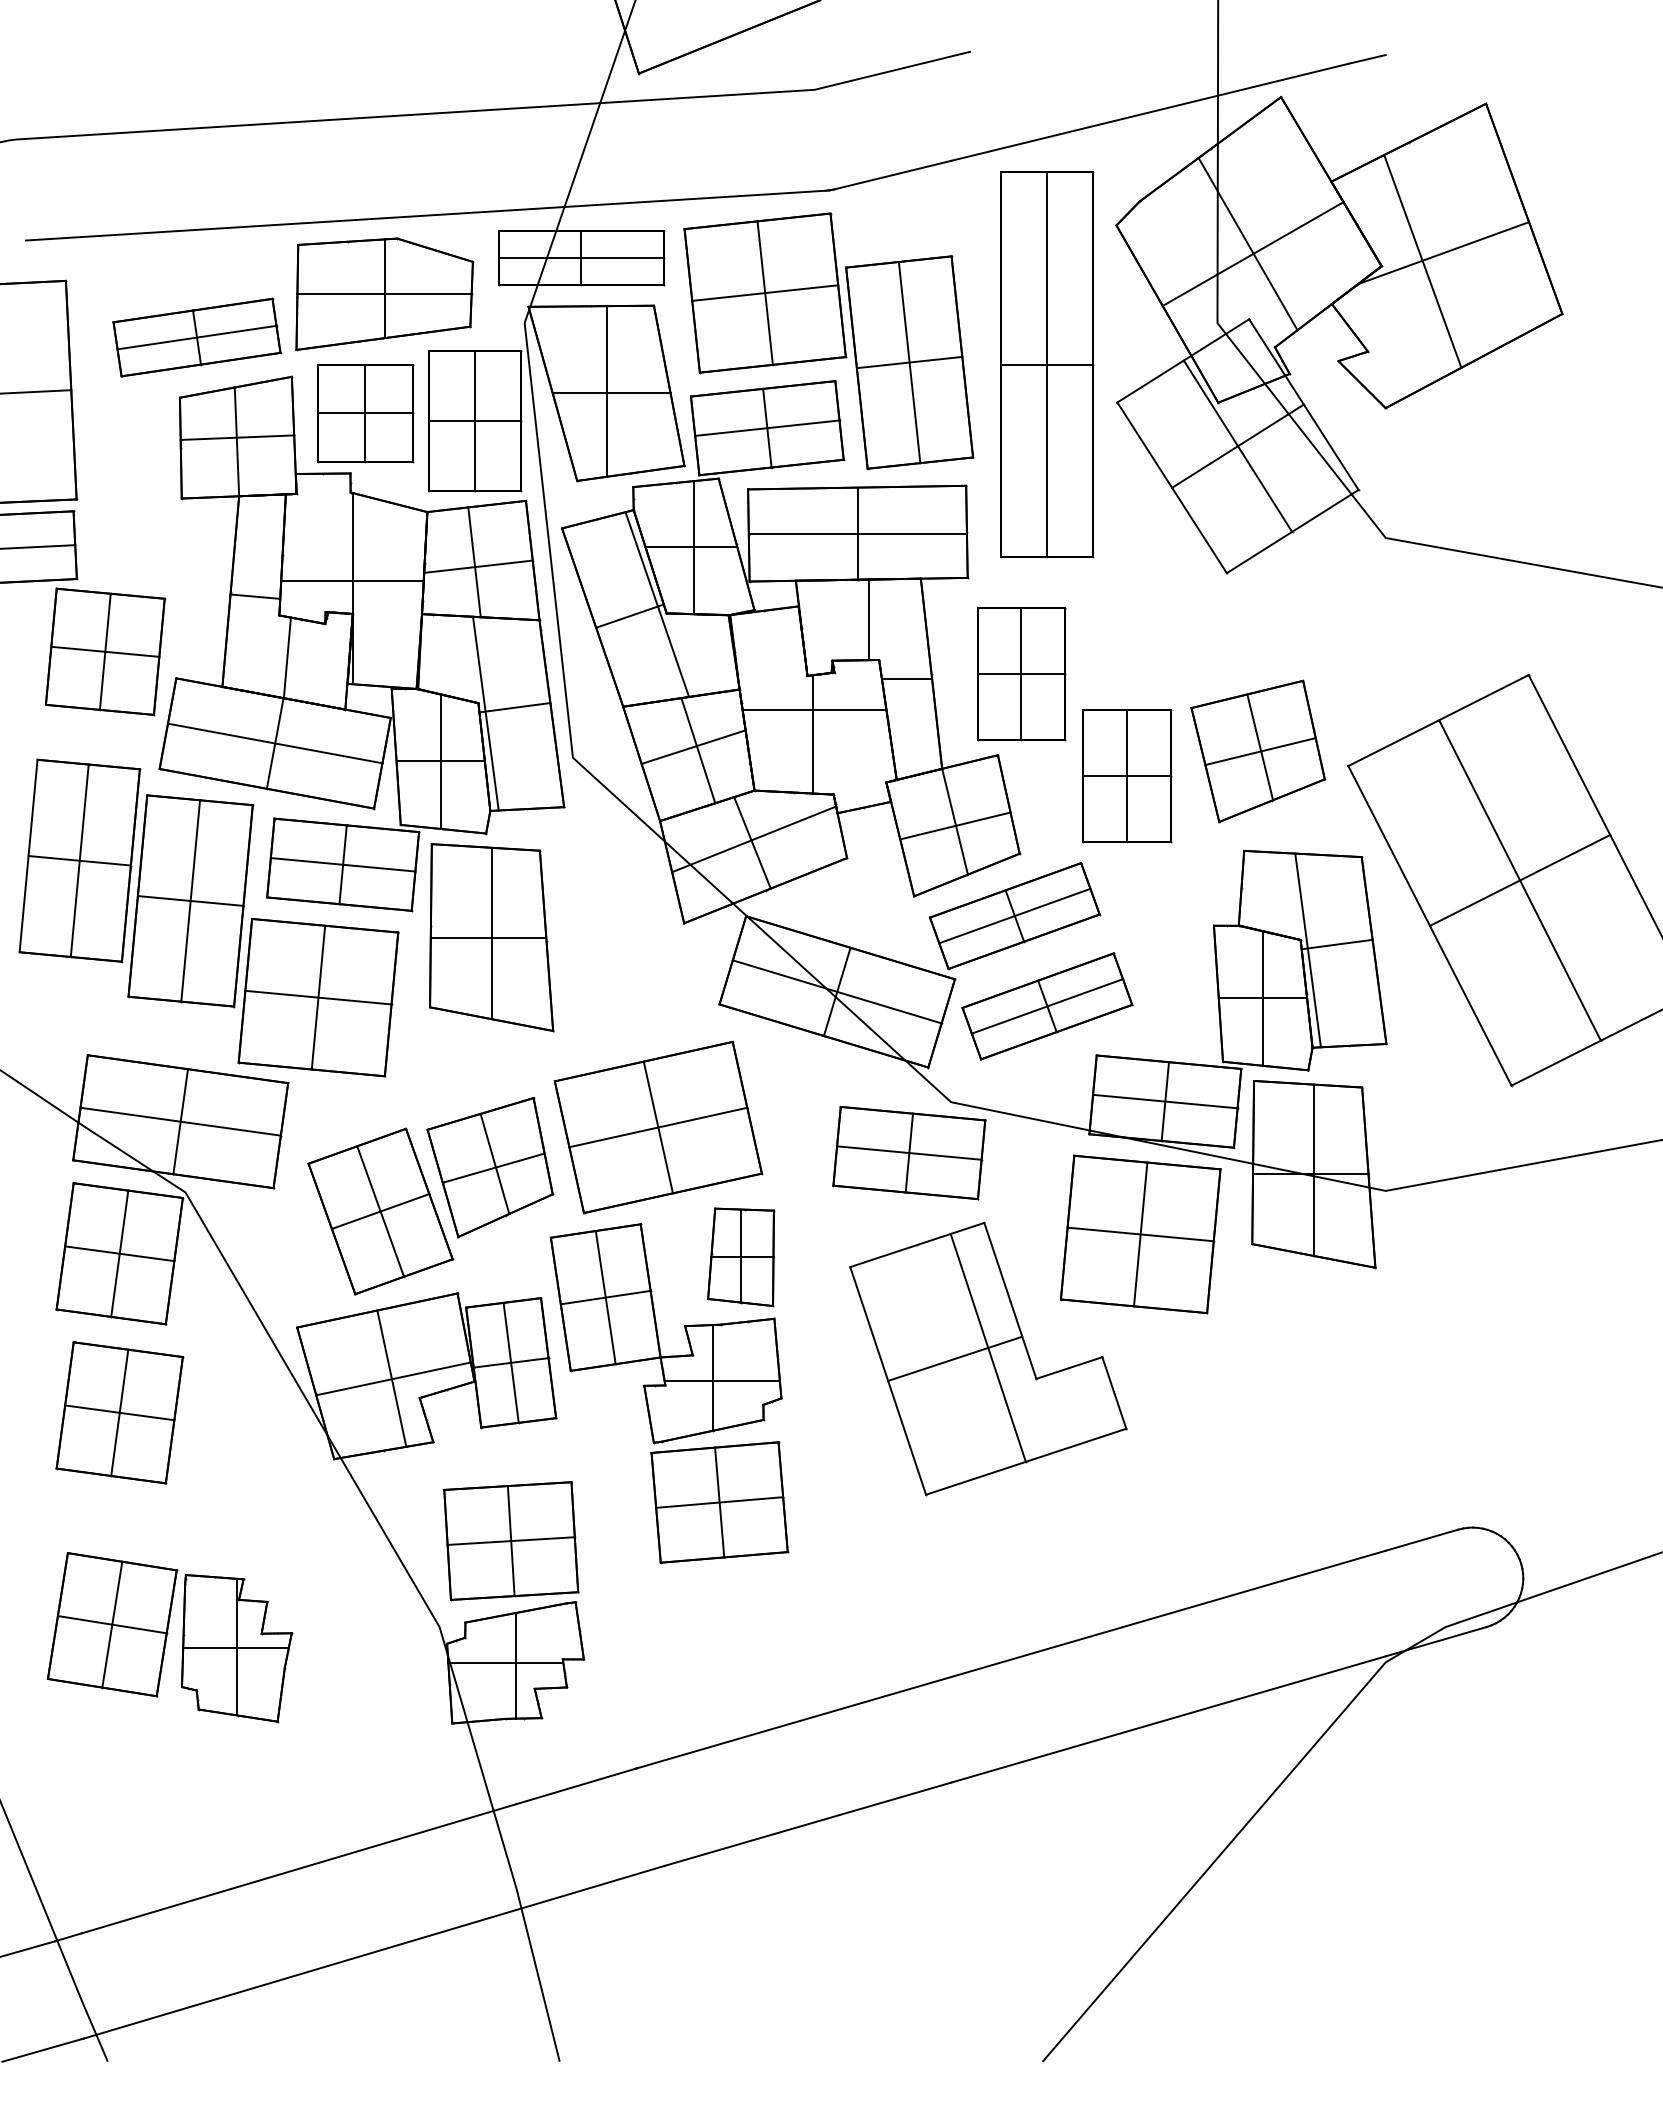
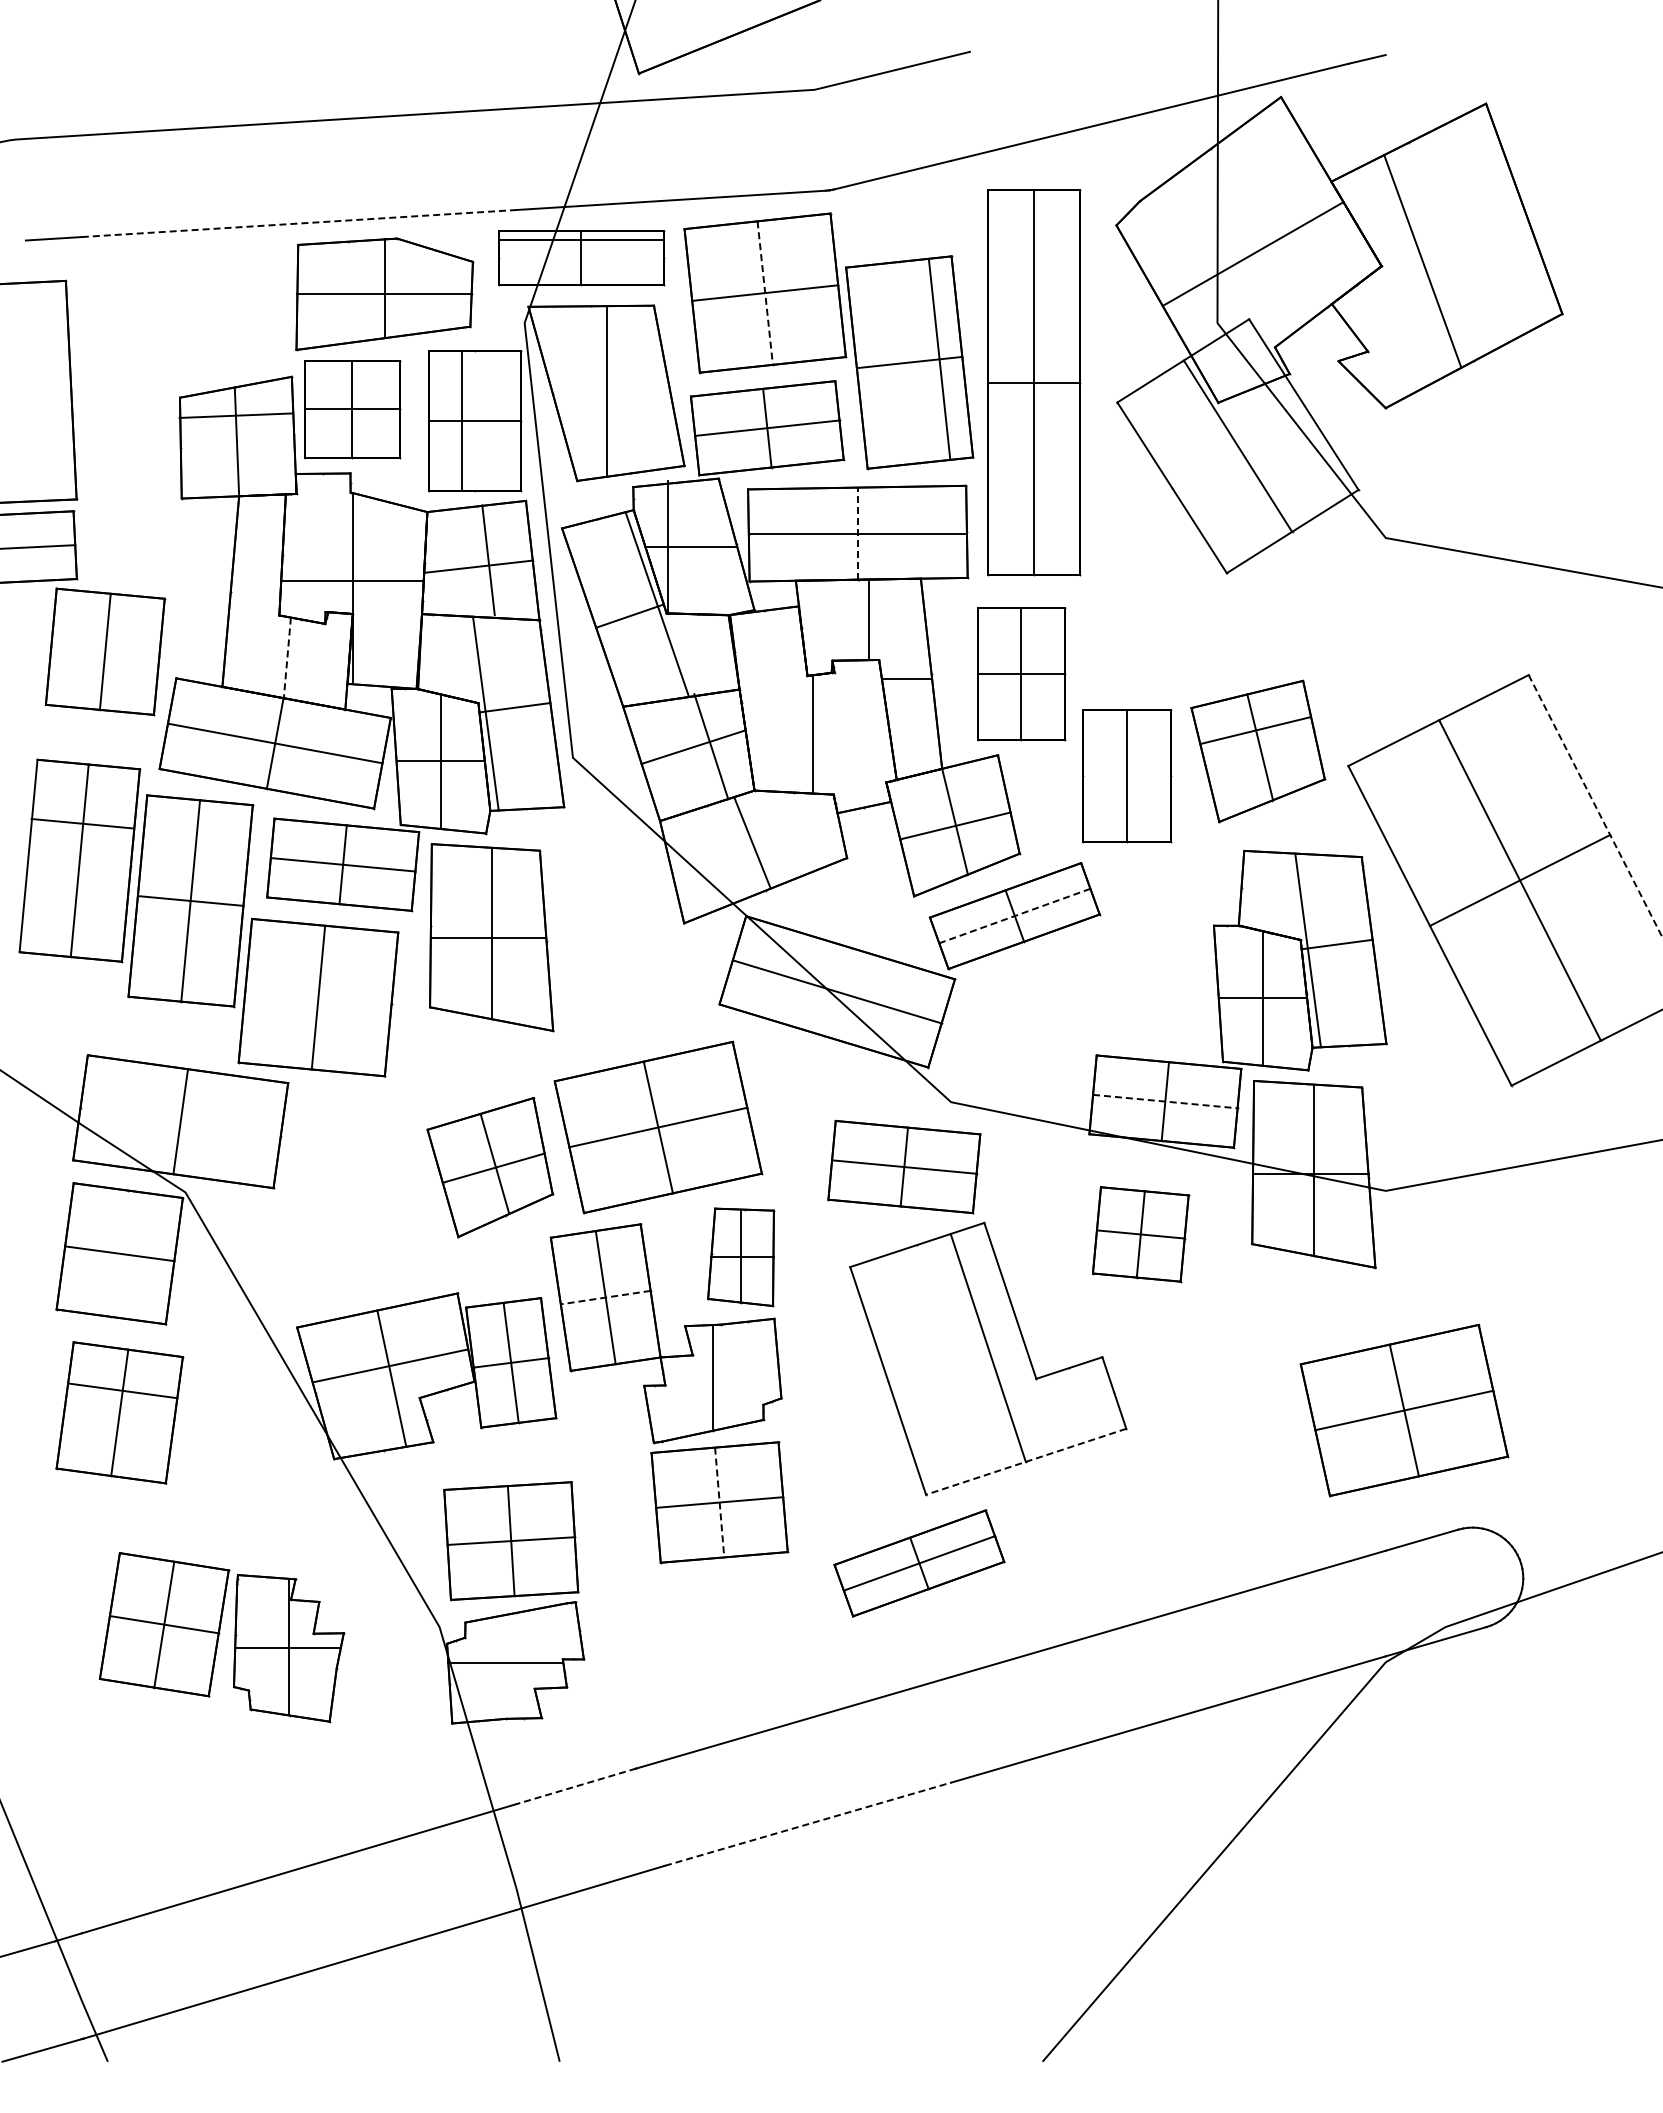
line at (299, 223): solid -> dashed
line at (1247, 243): present -> none
line at (1443, 253): present -> none
line at (580, 257) position: (580, 257) -> (580, 239)
line at (765, 293): solid -> dashed
part at (197, 337): present -> none
line at (909, 362) position: (909, 362) -> (939, 359)
part at (1047, 364) position: (1047, 364) -> (1034, 382)
line at (36, 391): present -> none
line at (611, 393): present -> none
part at (365, 413) position: (365, 413) -> (352, 409)
line at (475, 420) position: (475, 420) -> (462, 420)
line at (237, 437) position: (237, 437) -> (236, 415)
line at (1237, 445): present -> none
line at (857, 533): solid -> dashed
line at (693, 547) position: (693, 547) -> (667, 547)
line at (474, 562) position: (474, 562) -> (488, 560)
line at (255, 596): present -> none
line at (105, 651): present -> none
line at (287, 658): solid -> dashed
line at (814, 709): present -> none
line at (698, 750) position: (698, 750) -> (711, 746)
line at (1260, 751) position: (1260, 751) -> (1255, 730)
line at (1126, 775): present -> none
line at (1595, 806): solid -> dashed
line at (754, 839): present -> none
line at (79, 860) position: (79, 860) -> (82, 823)
line at (1014, 916): solid -> dashed
line at (836, 991): present -> none
line at (318, 997): present -> none
part at (1047, 1006) position: (1047, 1006) -> (919, 1563)
line at (1165, 1101): solid -> dashed
line at (180, 1121): present -> none
part at (909, 1152) position: (909, 1152) -> (904, 1166)
part at (380, 1211): present -> none
part at (1140, 1234) size: 162x161 px -> 99x98 px
line at (119, 1253): present -> none
line at (605, 1297): solid -> dashed
line at (955, 1358): present -> none
line at (393, 1378) position: (393, 1378) -> (390, 1365)
line at (721, 1380): present -> none
part at (1404, 1410): none -> present
line at (119, 1412) position: (119, 1412) -> (122, 1390)
line at (1025, 1461): solid -> dashed
line at (719, 1503): solid -> dashed
part at (169, 1637) position: (169, 1637) -> (221, 1637)
line at (515, 1665): present -> none
line at (575, 1786): solid -> dashed
line at (808, 1824): solid -> dashed
